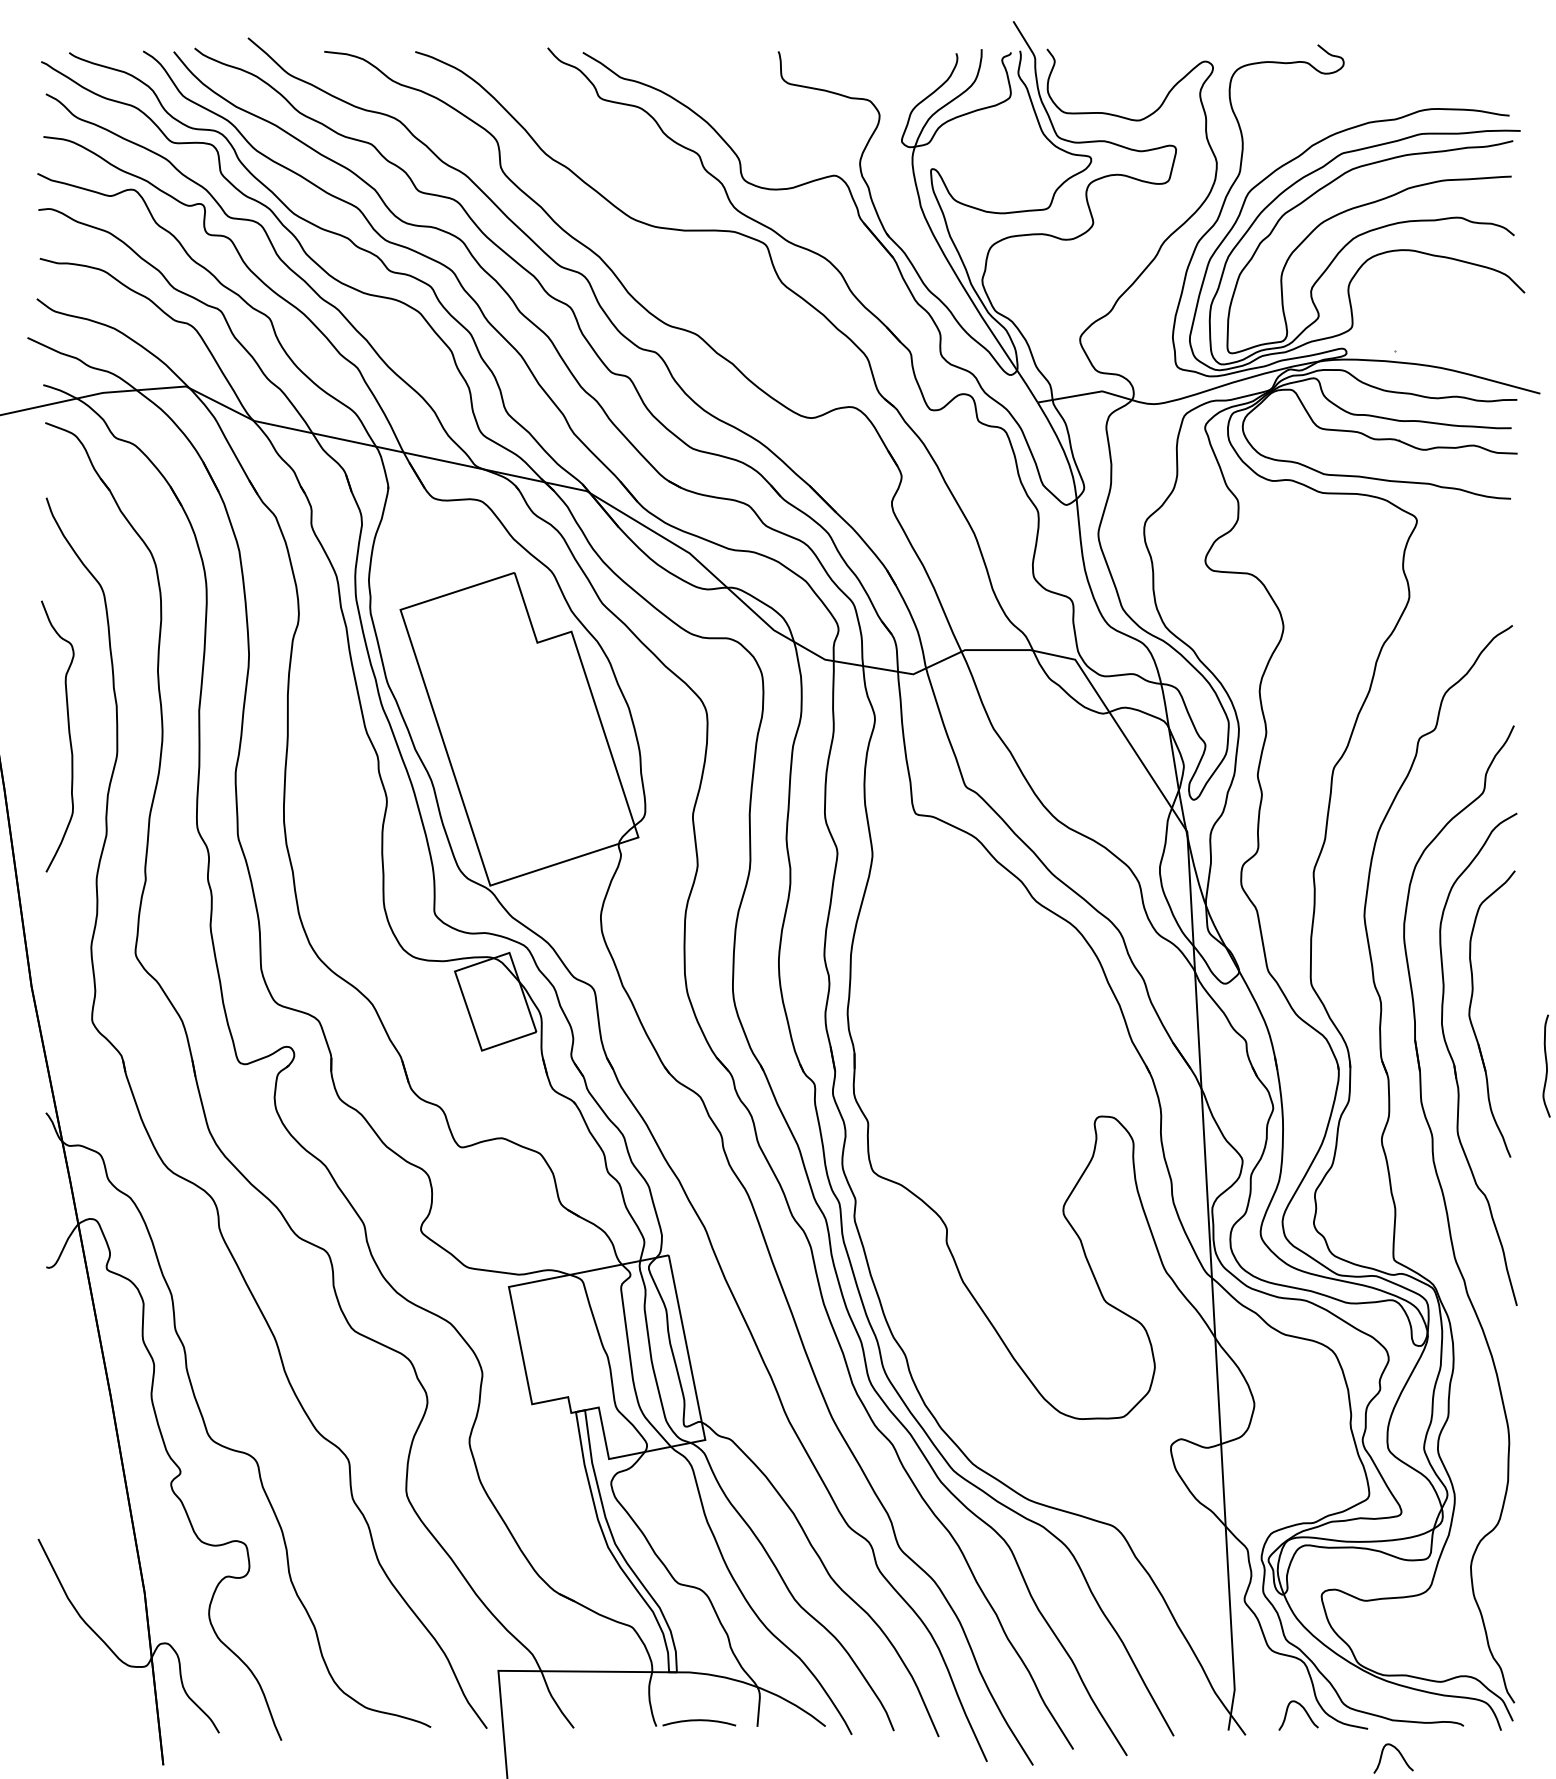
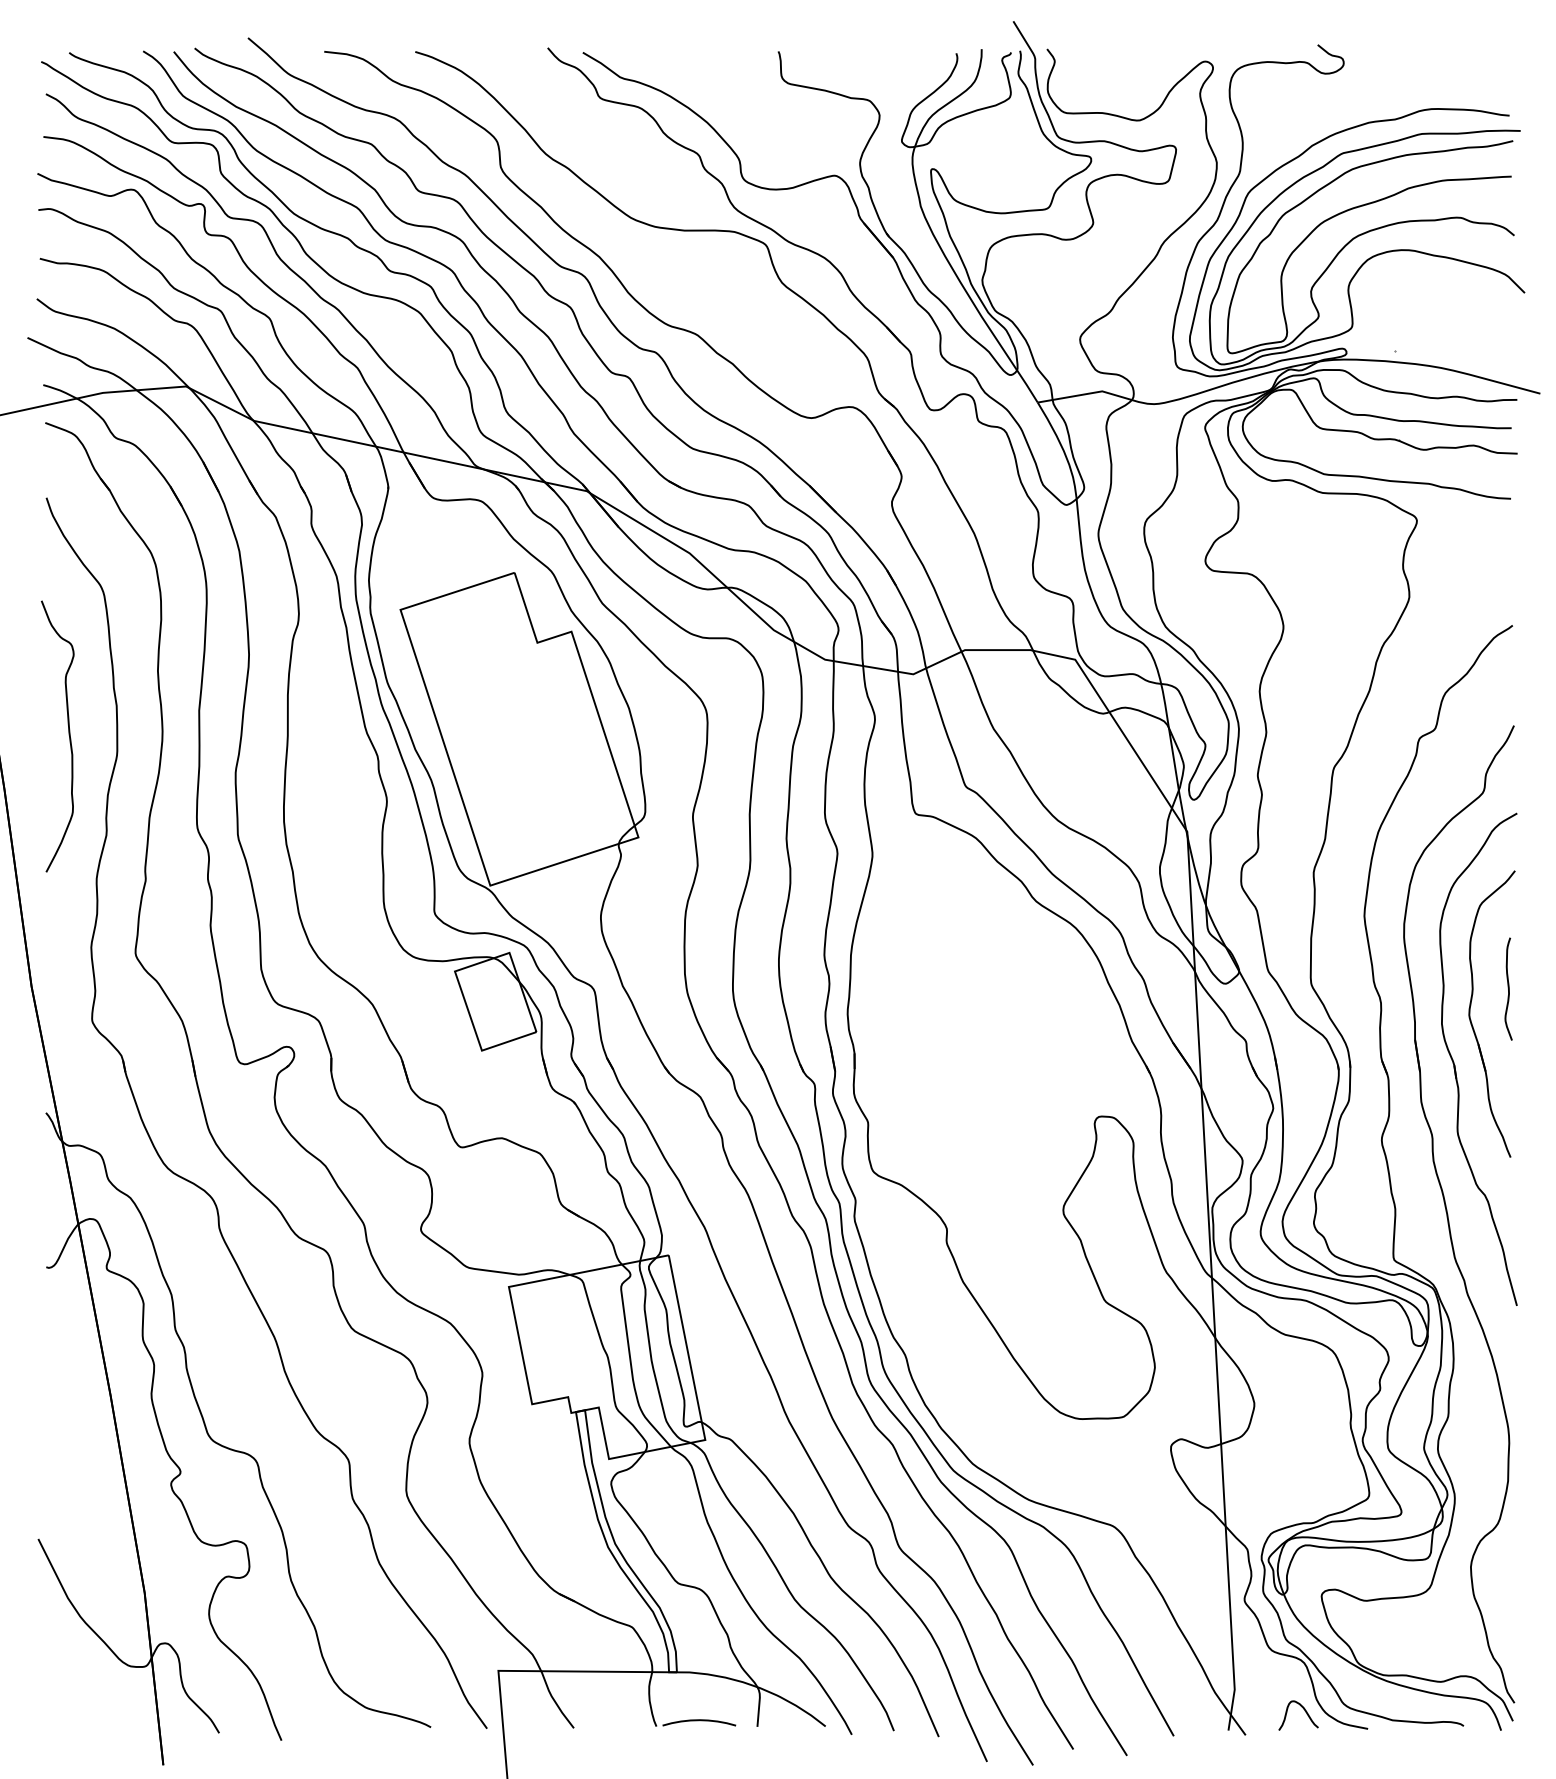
curve at (1546, 1065) position: (1546, 1065) -> (1508, 988)
curve at (1400, 1755): present -> none
